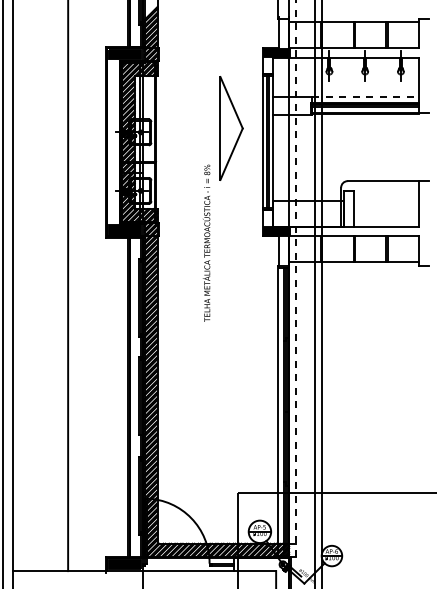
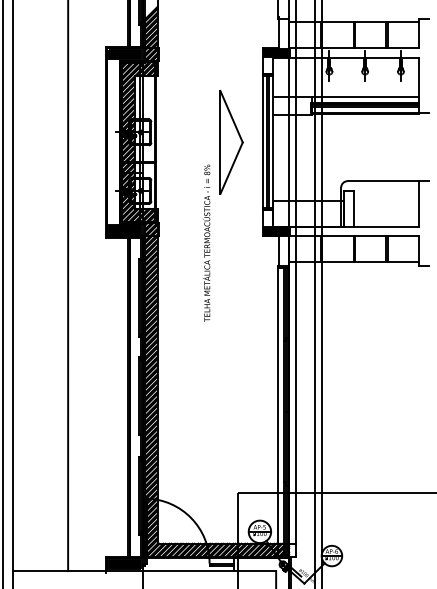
line at (365, 96): dashed -> solid
part at (231, 128) position: (231, 128) -> (231, 142)
line at (295, 277): dashed -> solid
